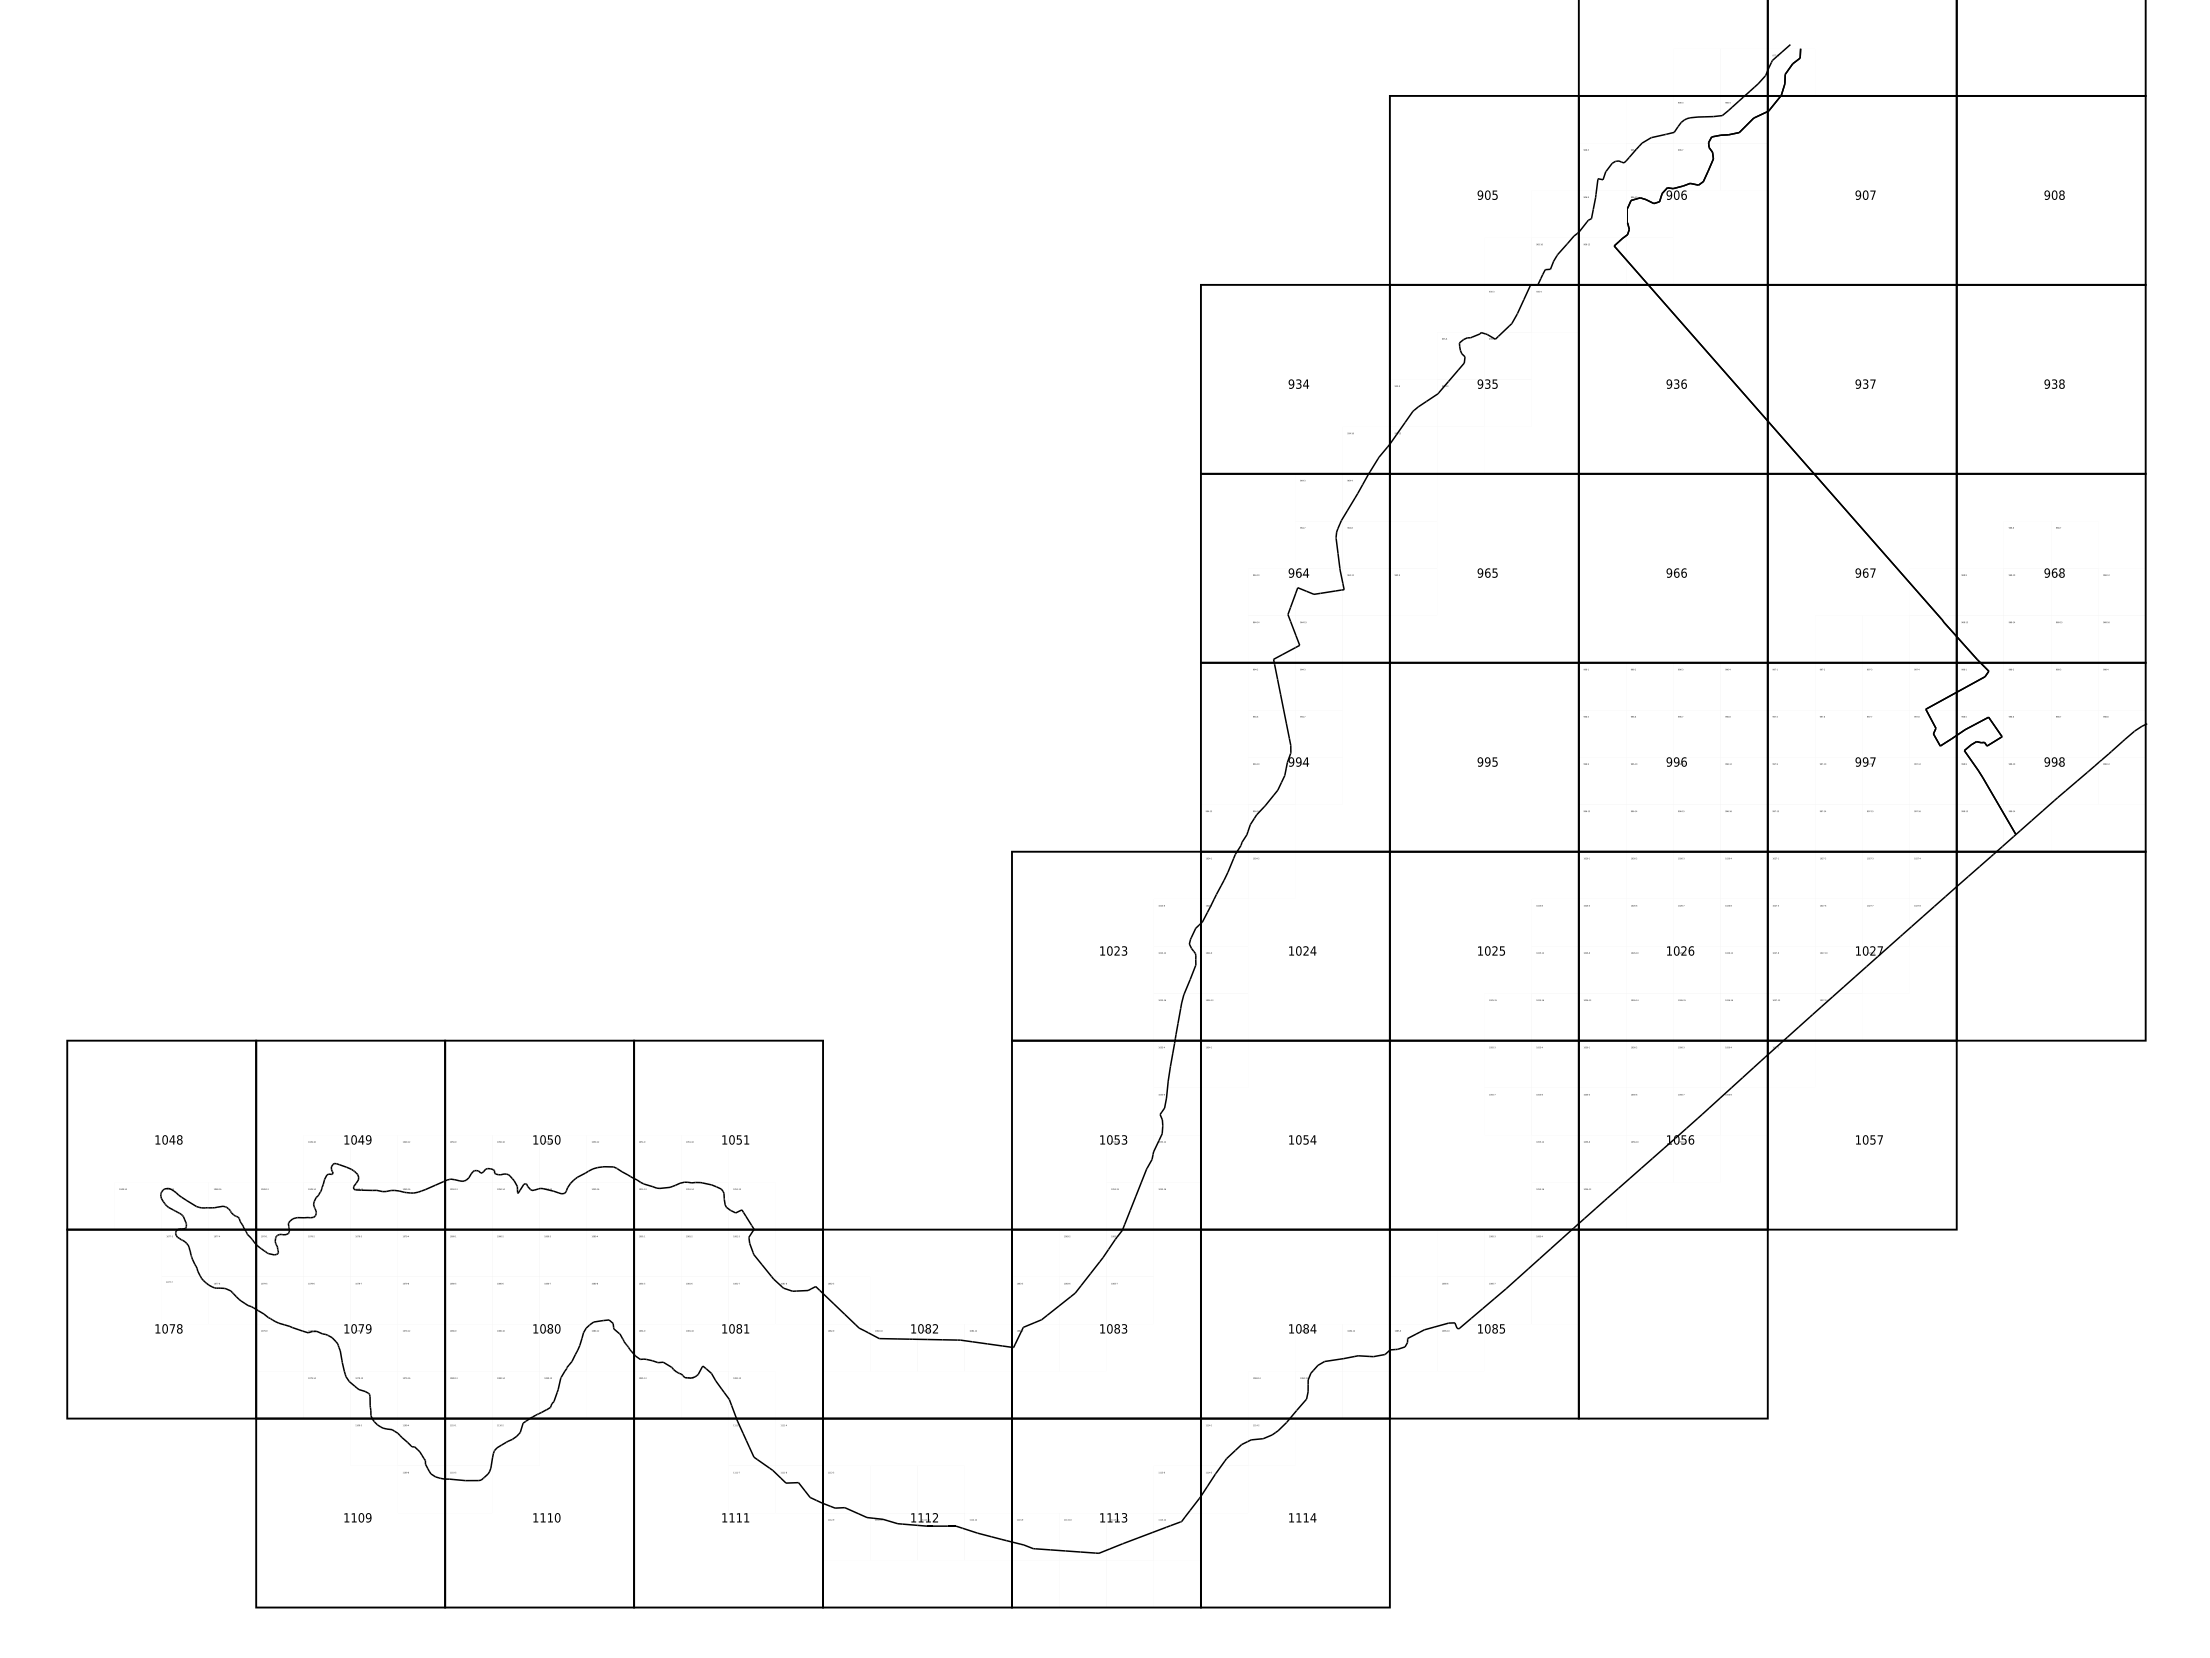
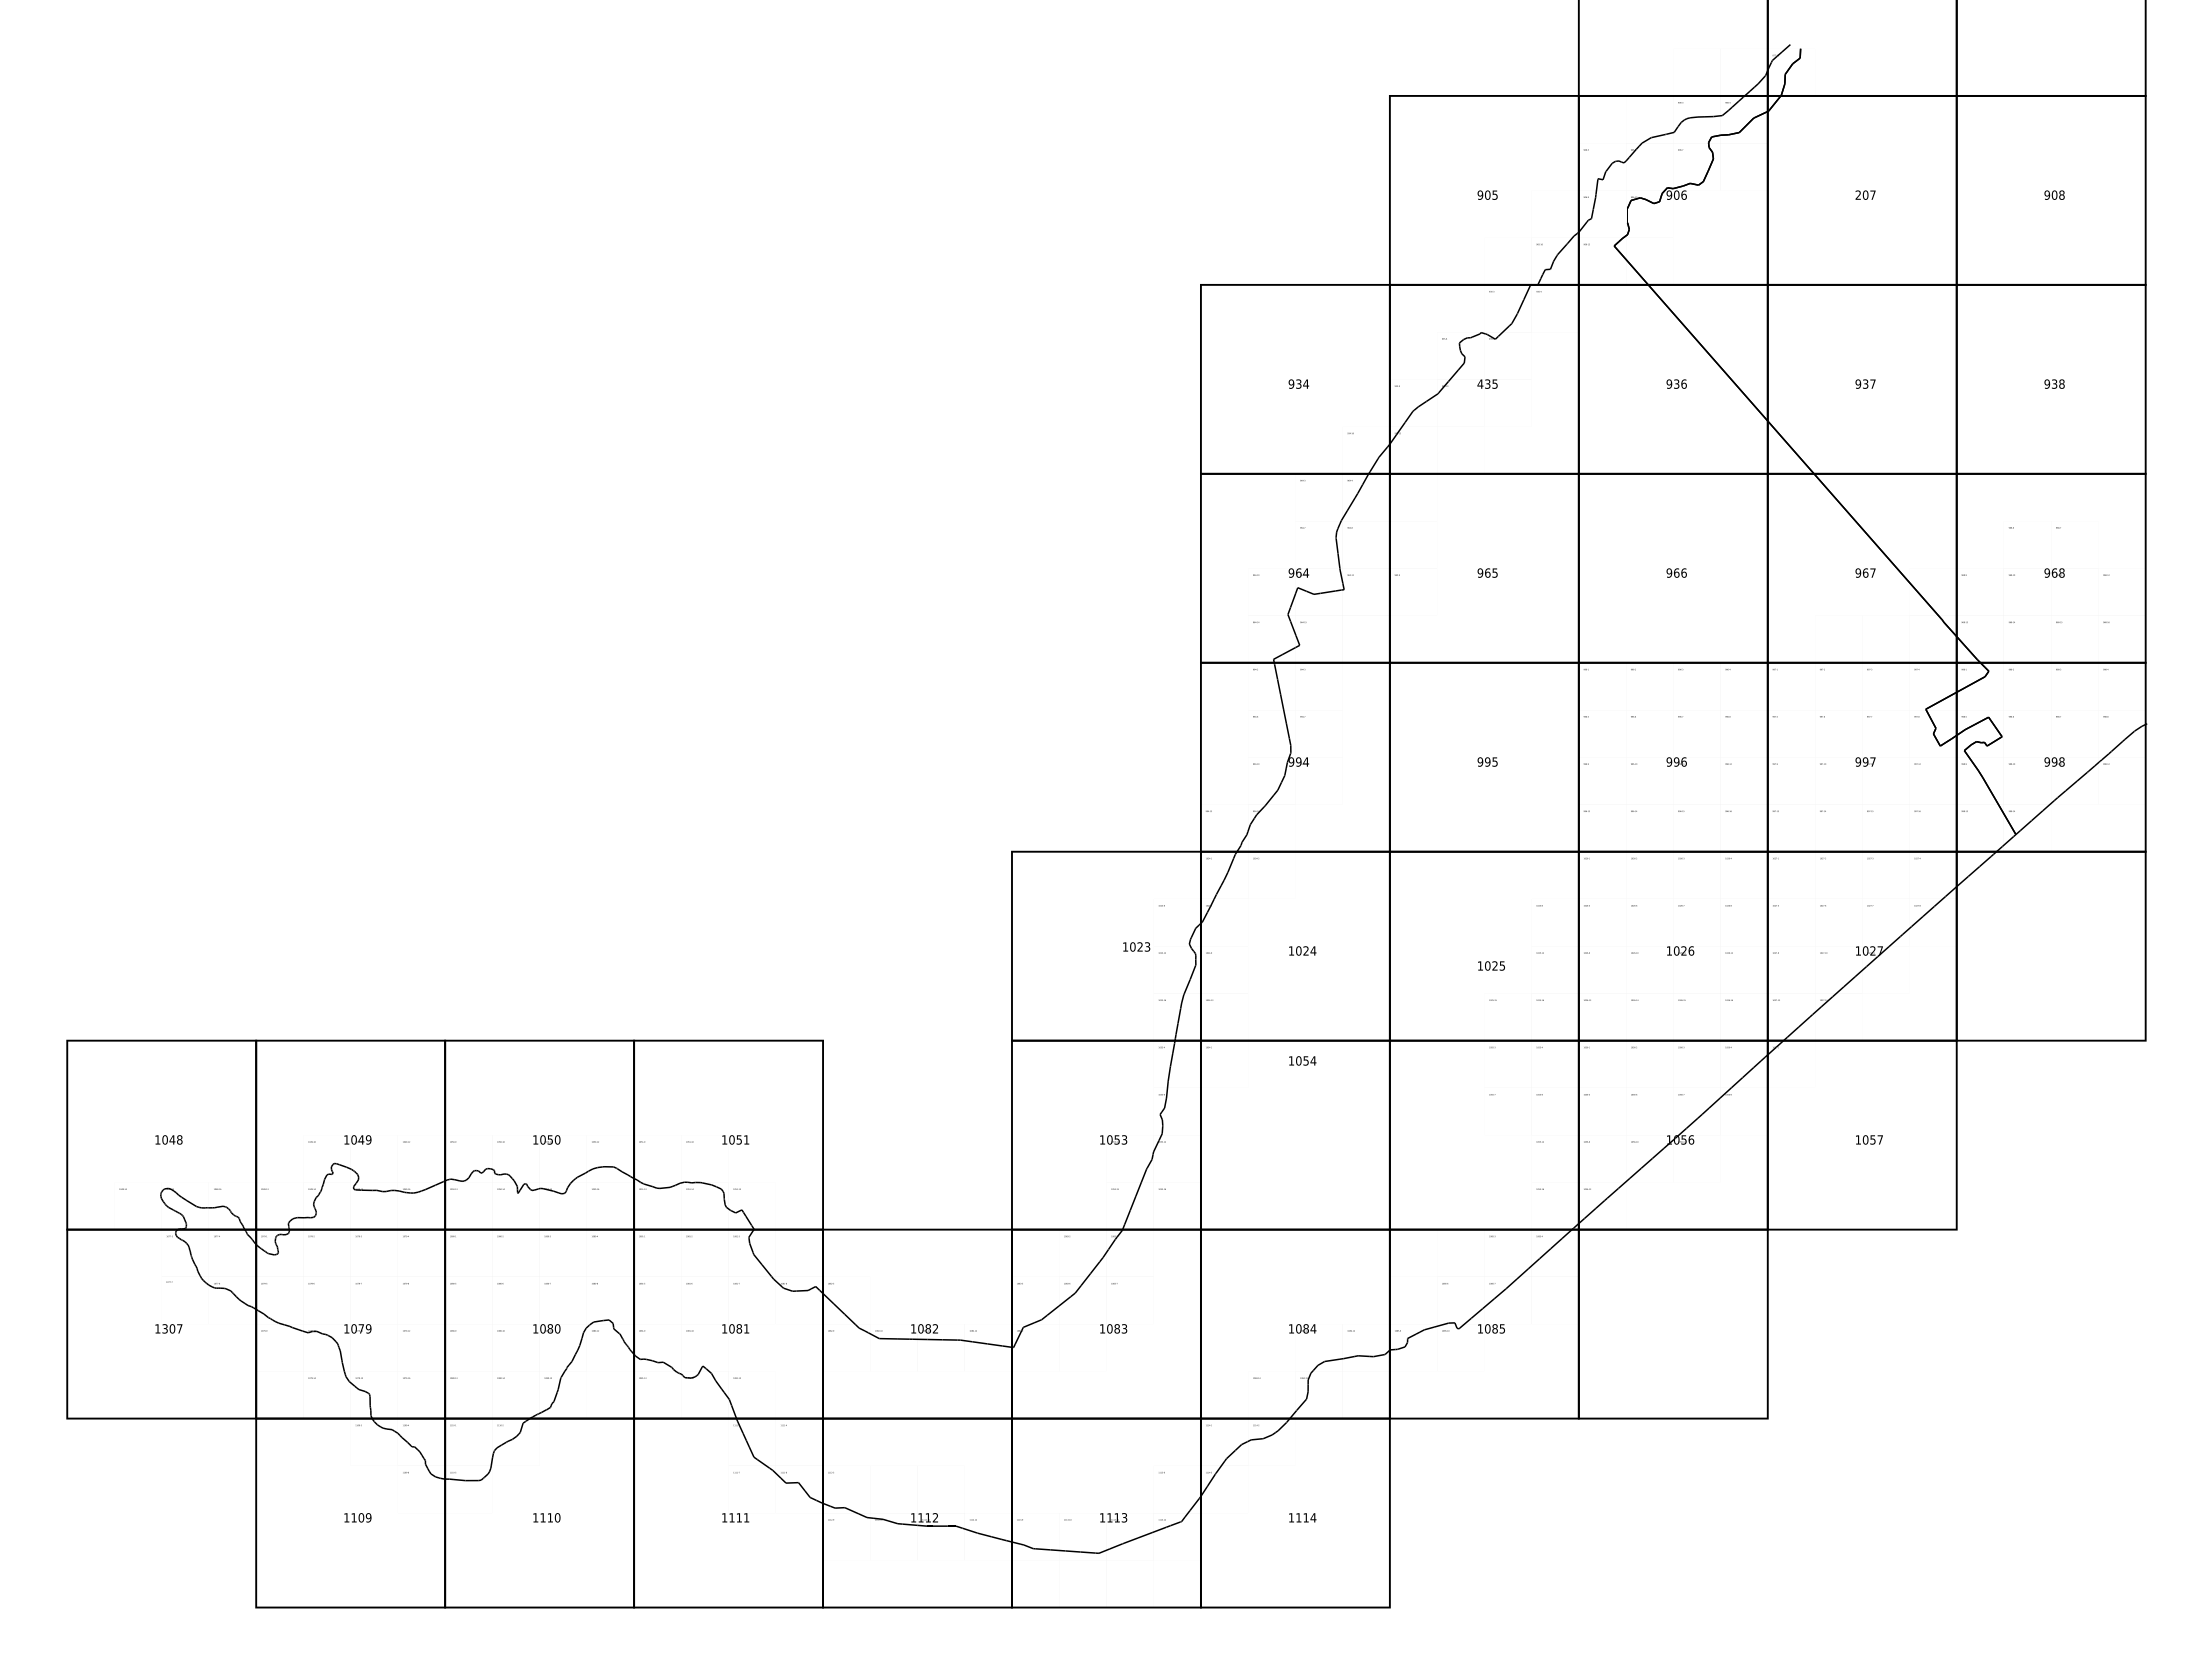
text at (1858, 194): 907 -> 207
text at (1480, 383): 935 -> 435
text at (1113, 950) position: (1113, 950) -> (1136, 946)
text at (1491, 950) position: (1491, 950) -> (1491, 965)
text at (1302, 1139) position: (1302, 1139) -> (1302, 1060)
text at (172, 1328): 1078 -> 1307
